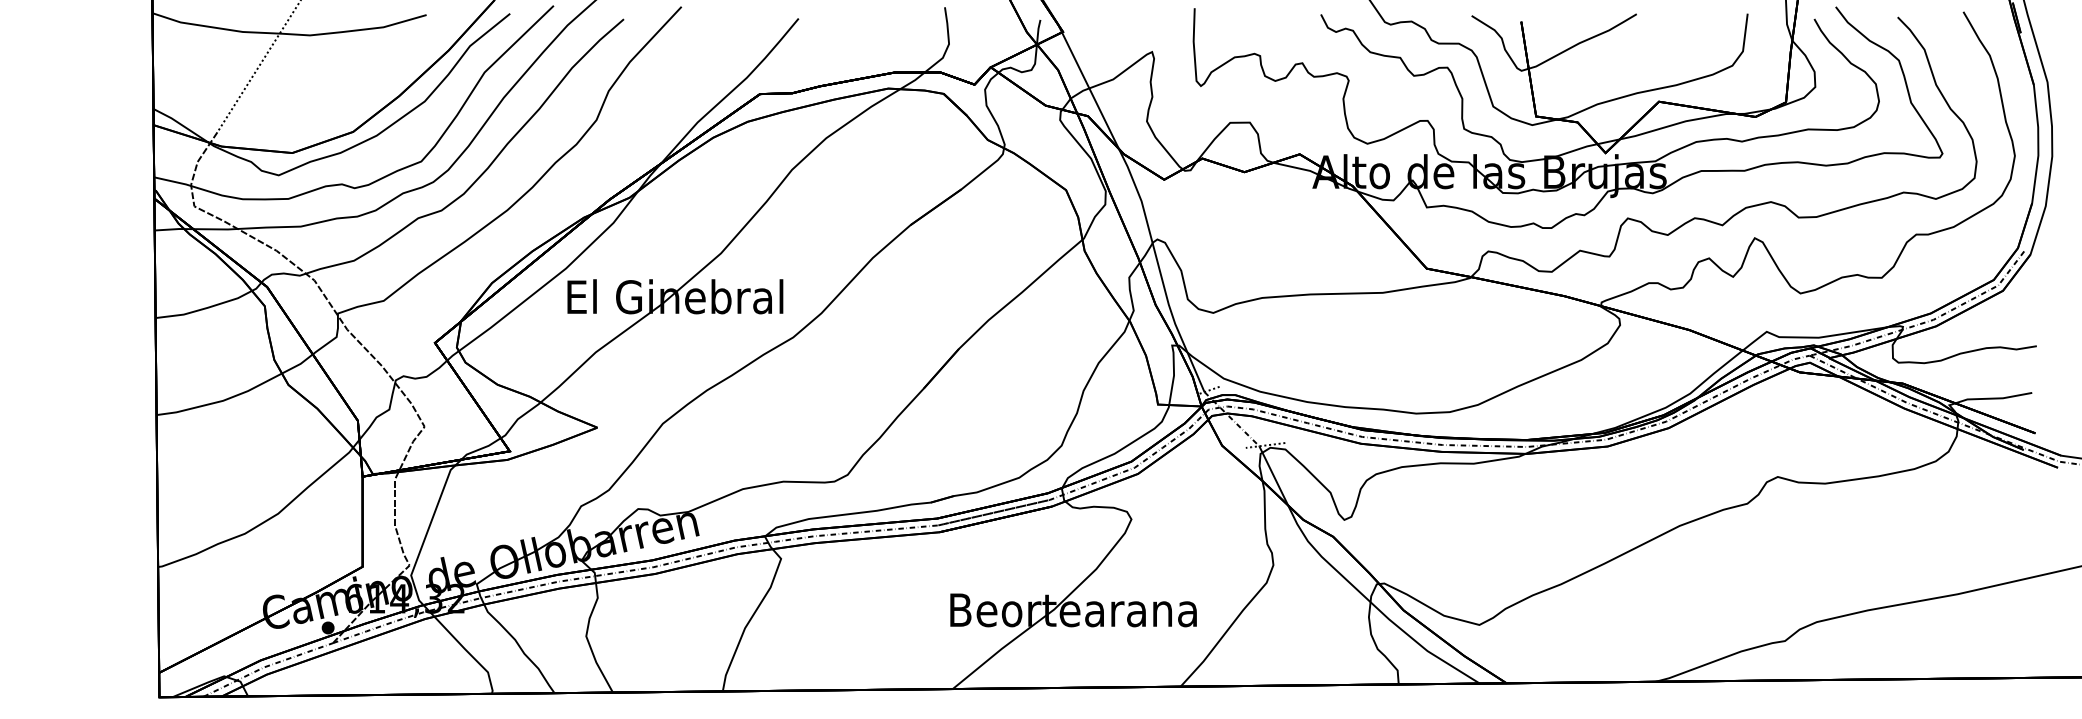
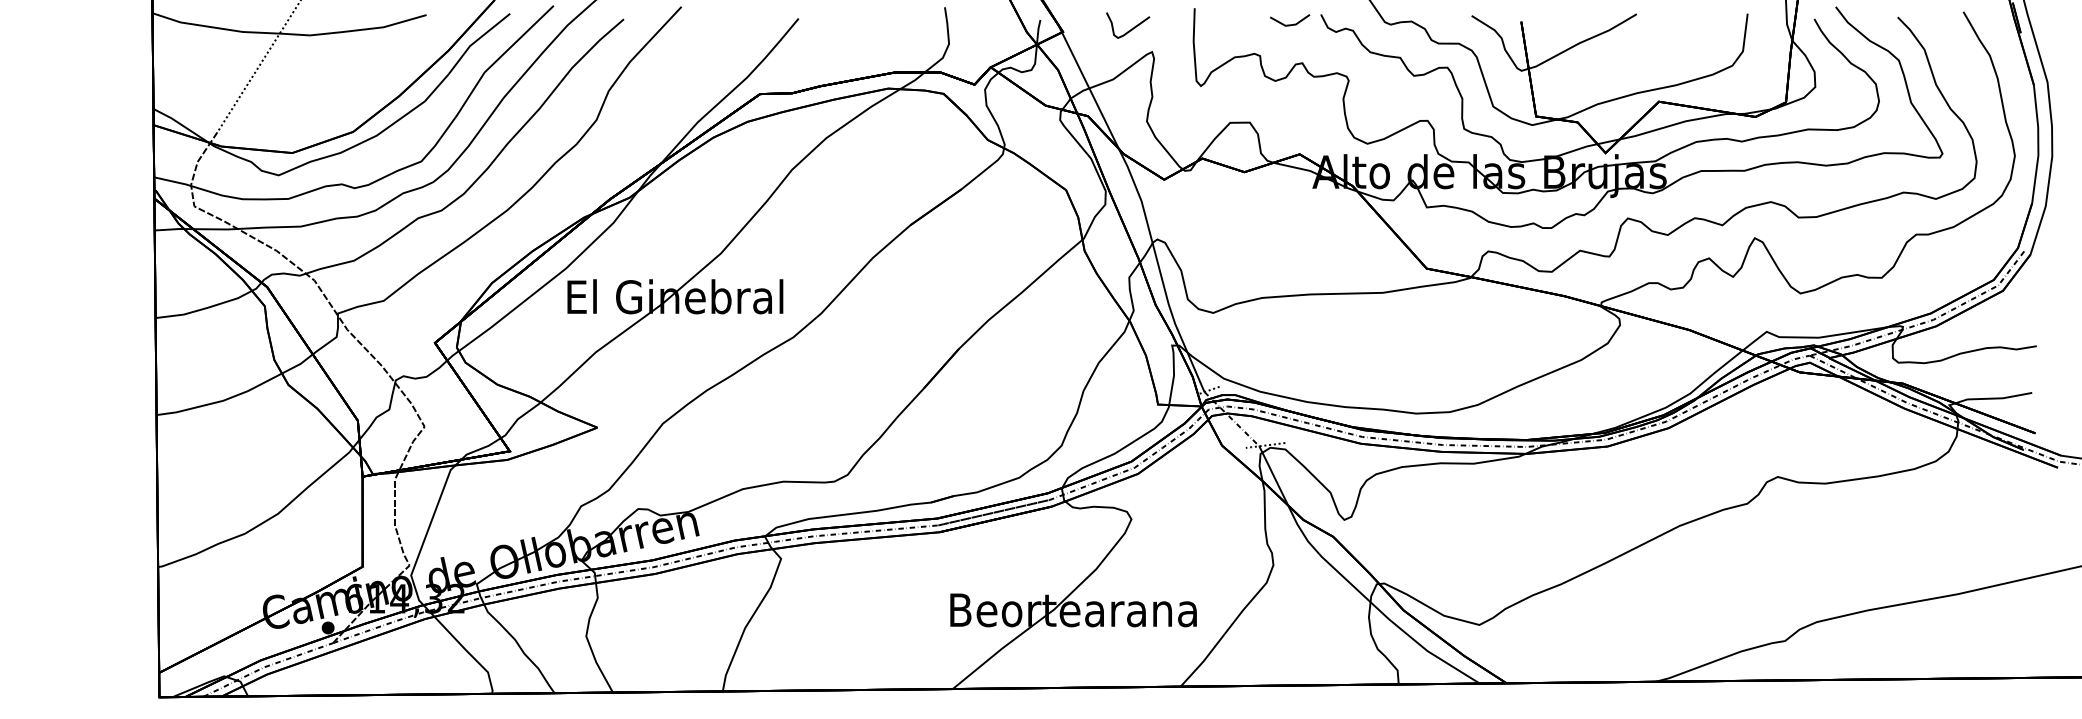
line at (1290, 24): none -> present
curve at (1131, 28): none -> present
